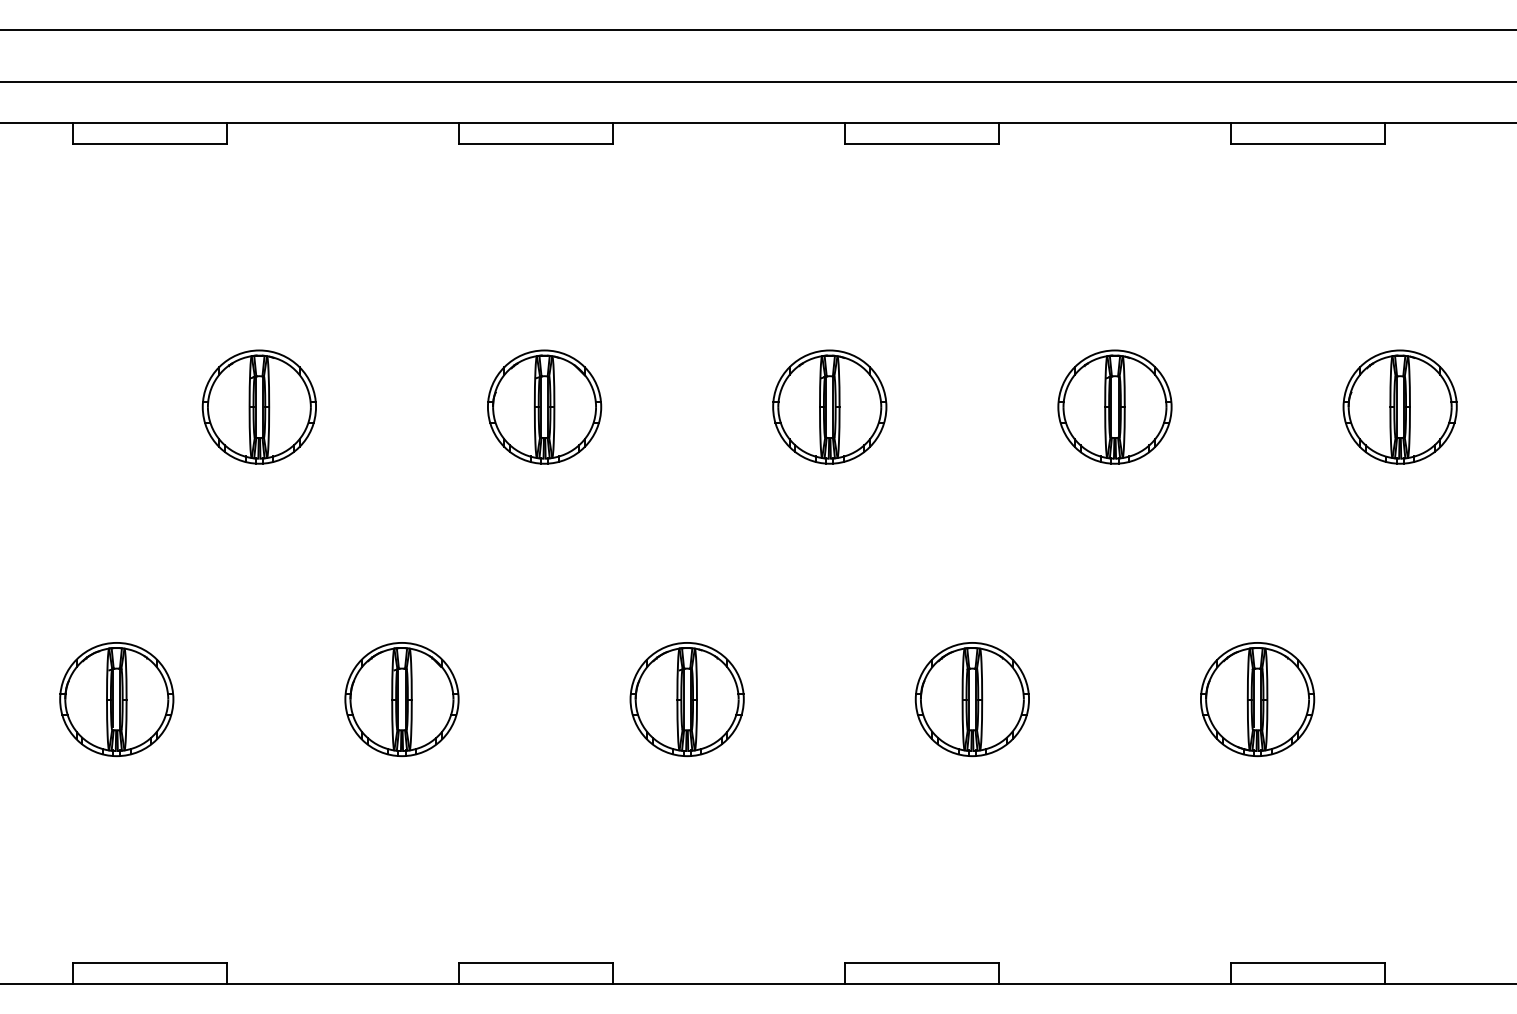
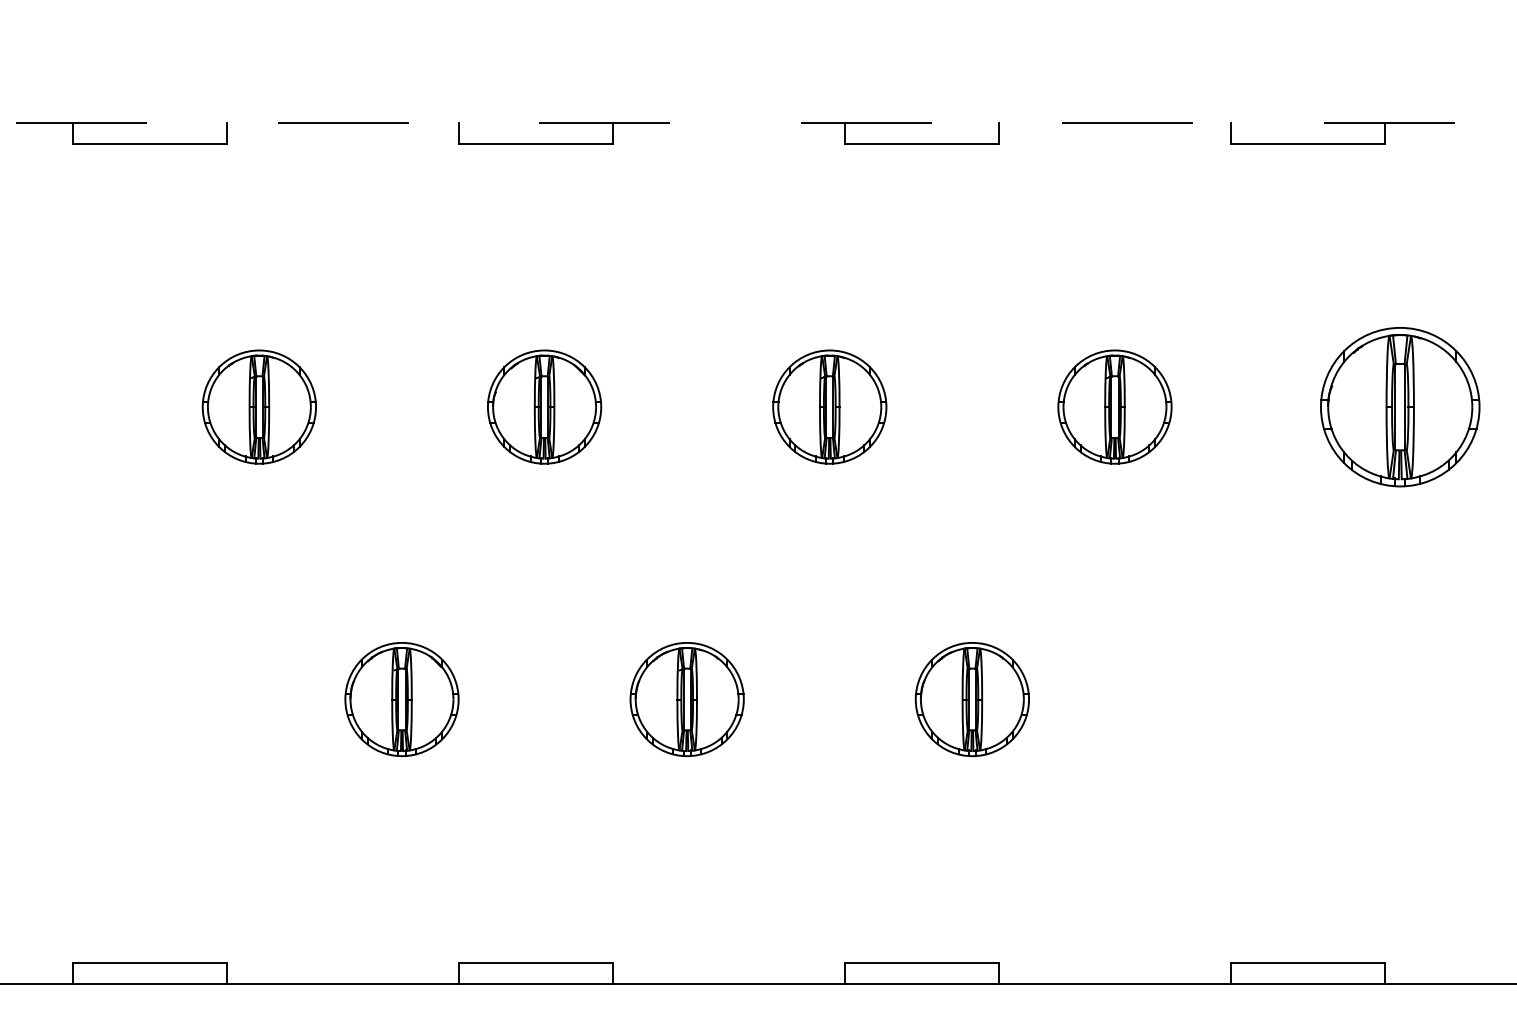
line at (757, 30): present -> none
line at (757, 81): present -> none
line at (759, 122): solid -> dashed
part at (1399, 406) size: 116x116 px -> 161x161 px
part at (116, 699): present -> none
part at (1257, 699): present -> none
